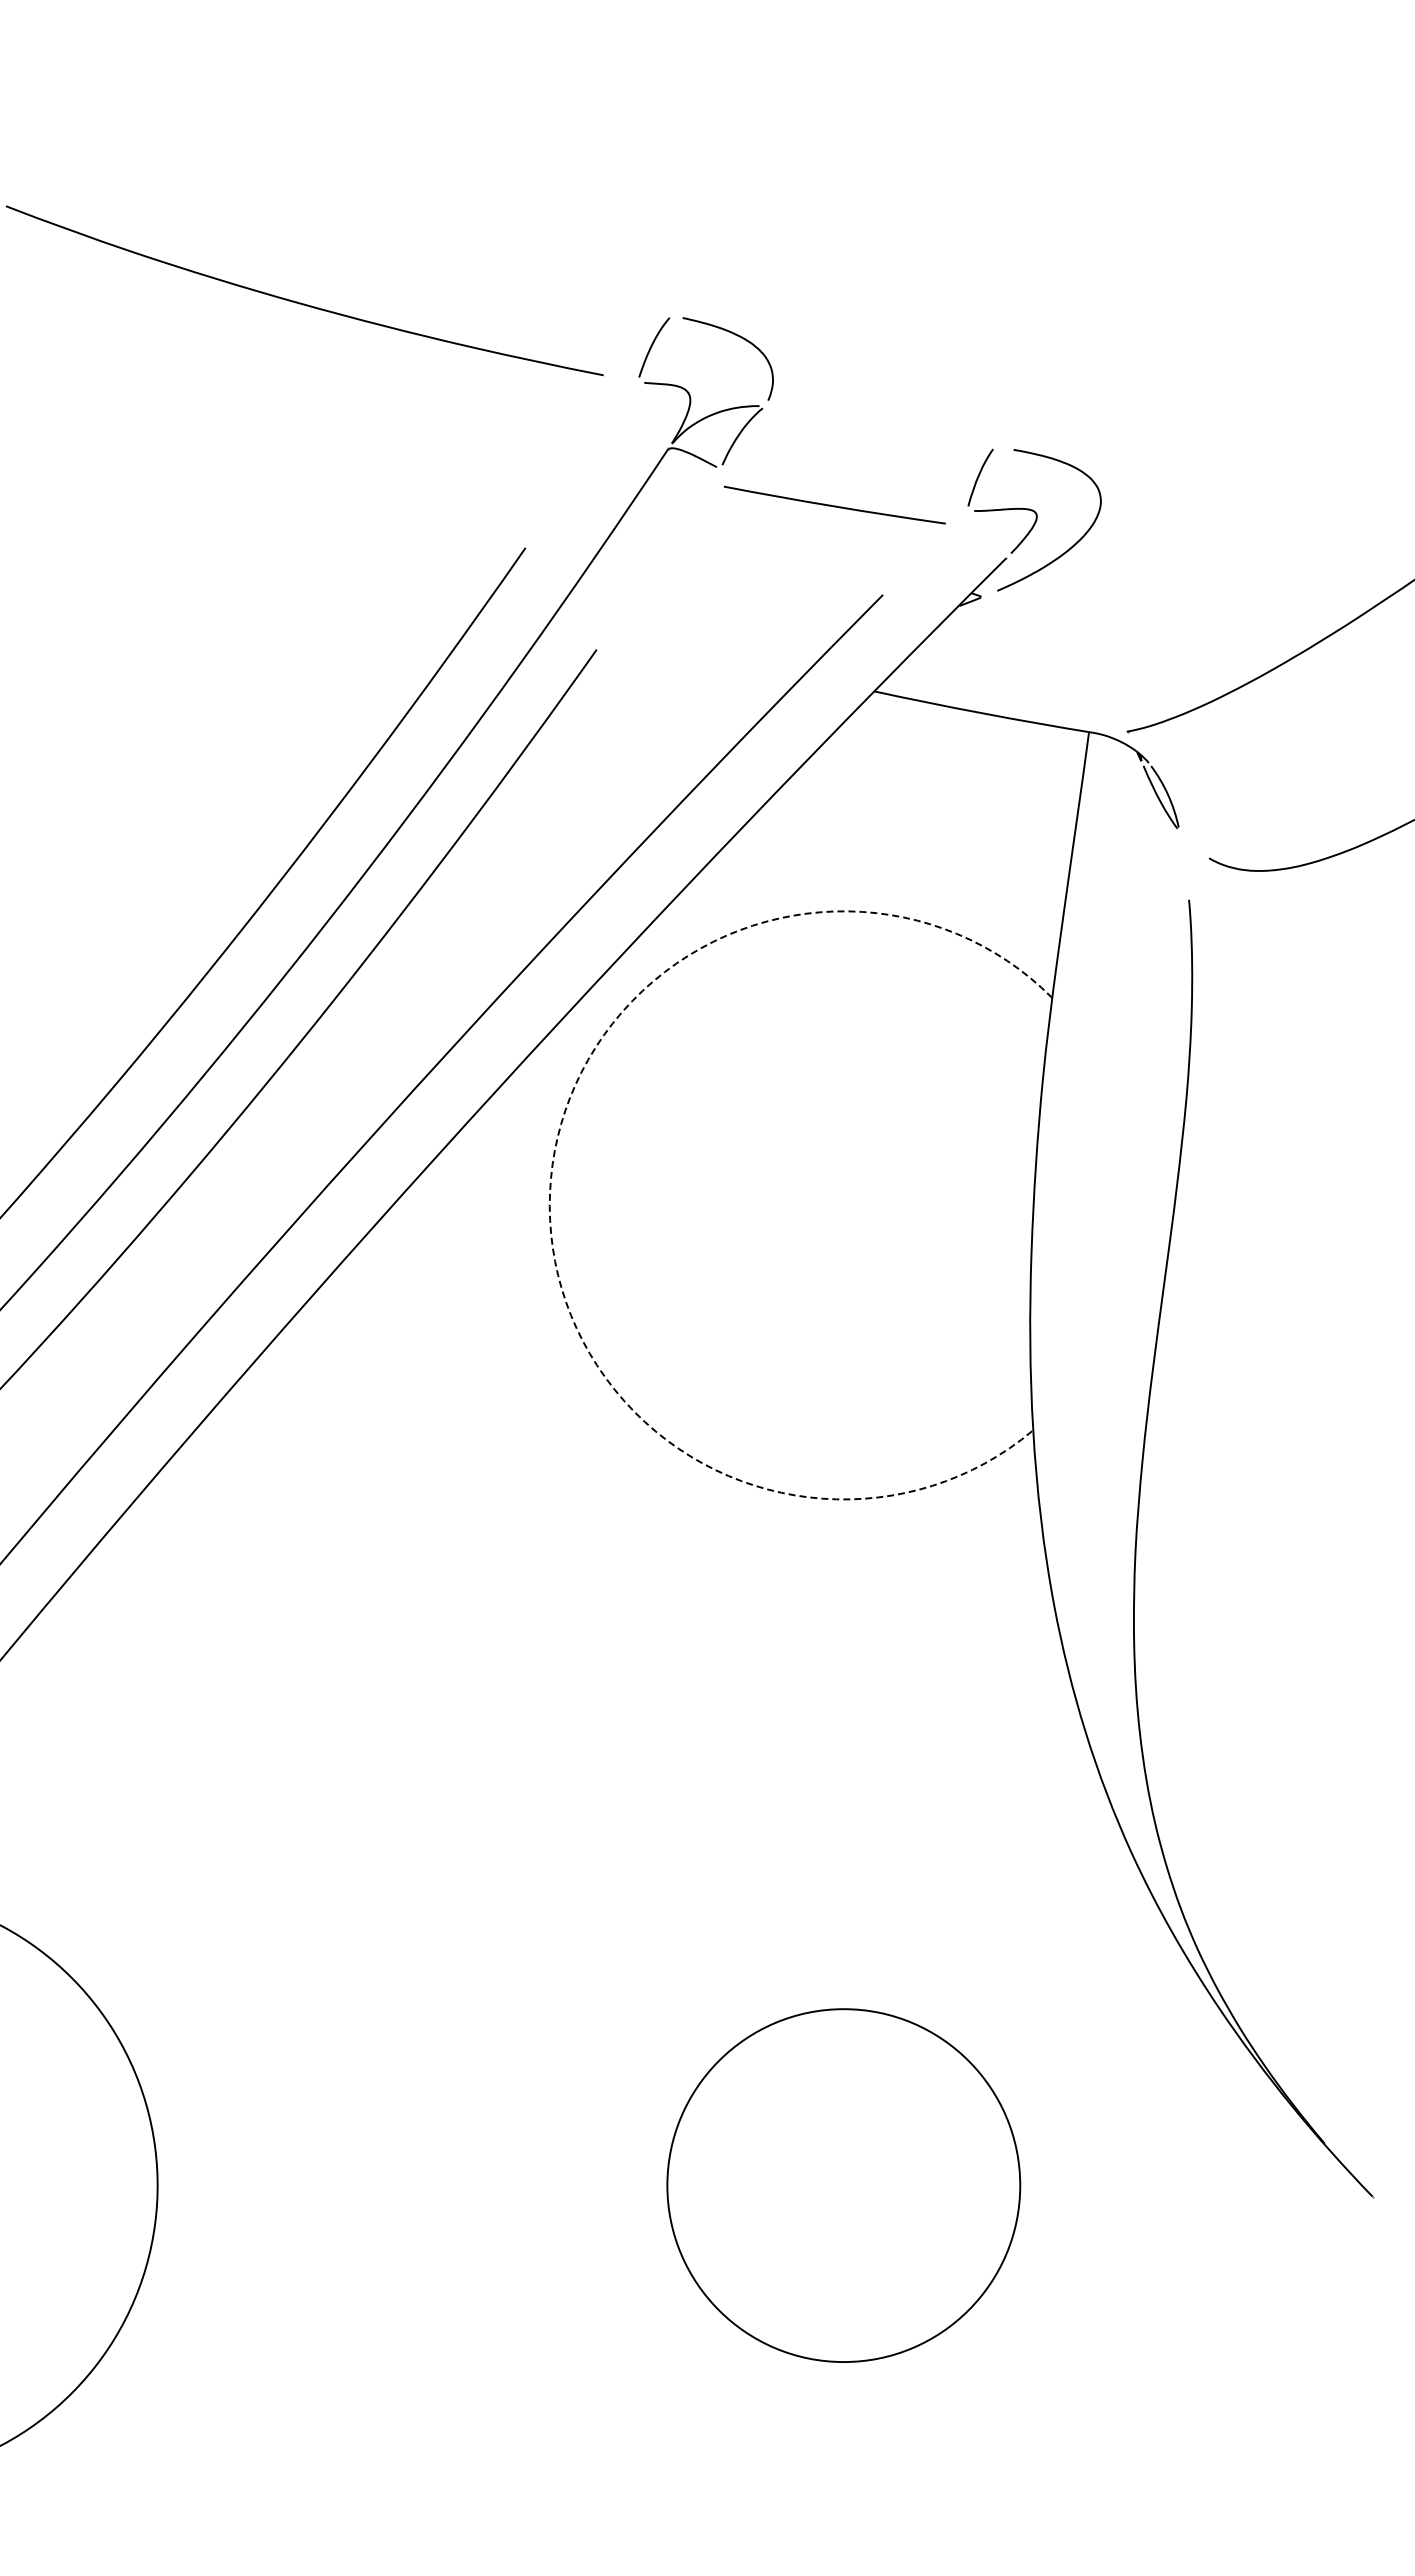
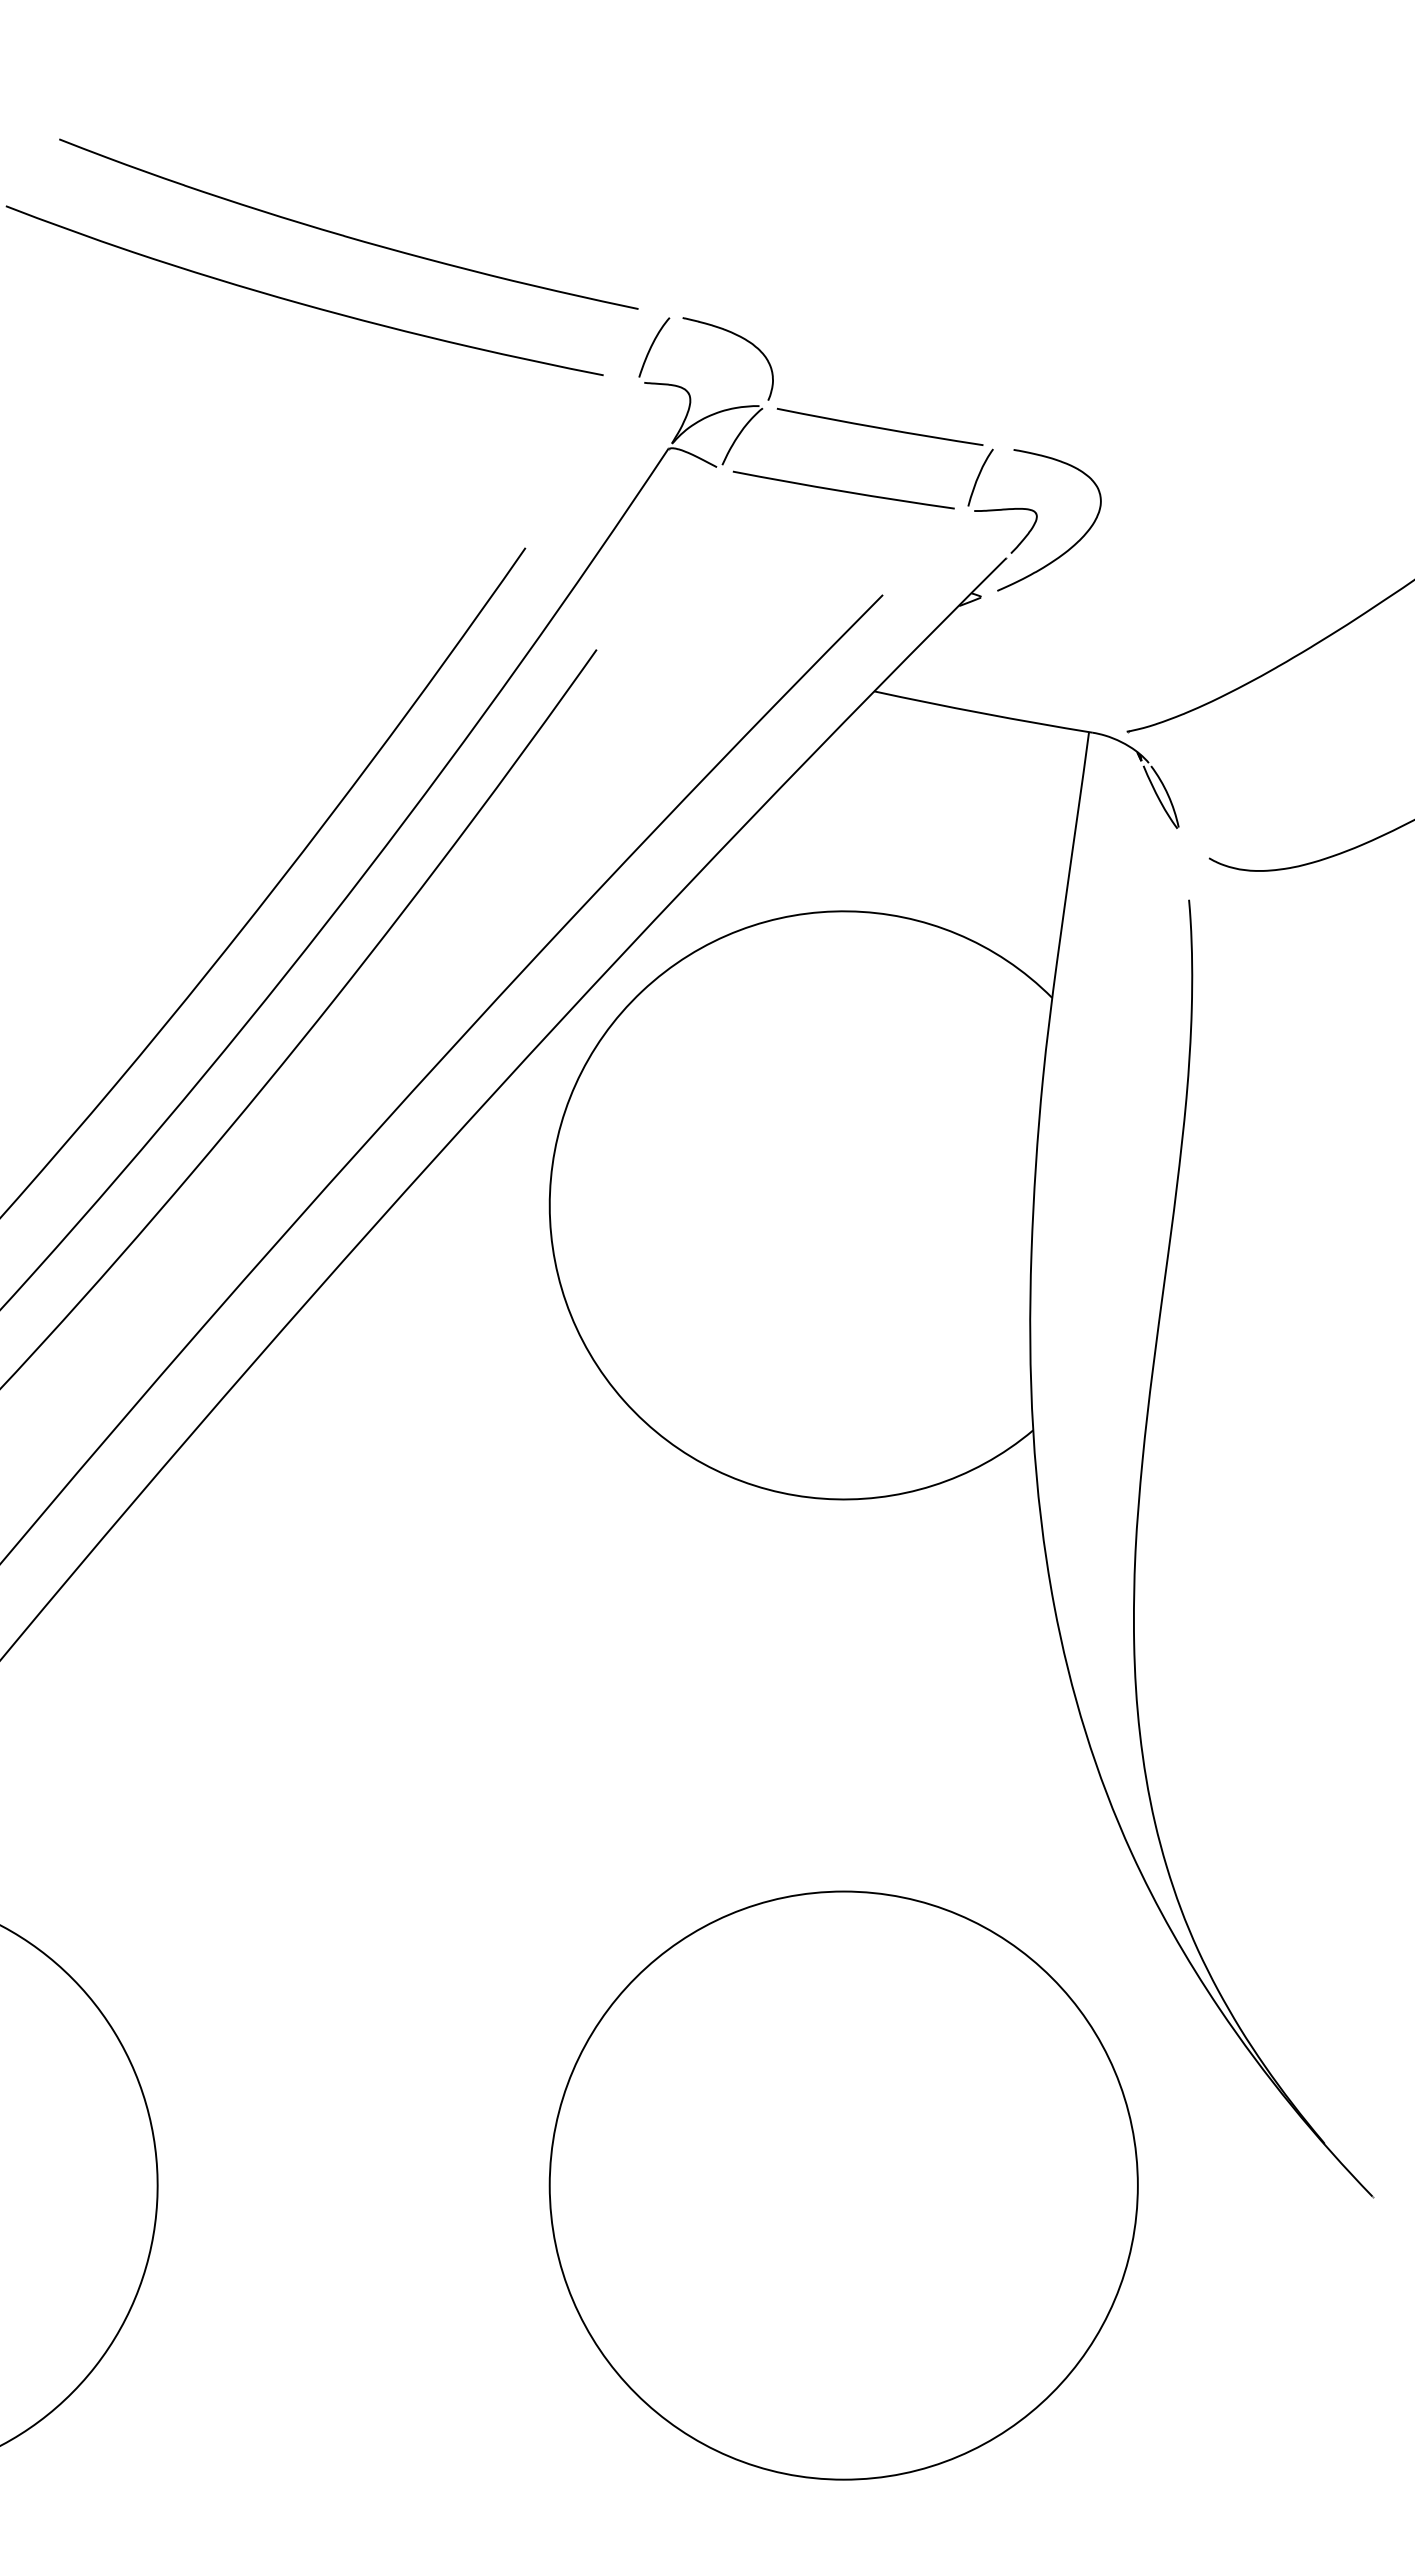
part at (343, 234): none -> present
curve at (878, 426): none -> present
curve at (834, 505) position: (834, 505) -> (843, 490)
arc at (550, 1192): dashed -> solid
circle at (843, 2185) diameter: 353 px -> 588 px
